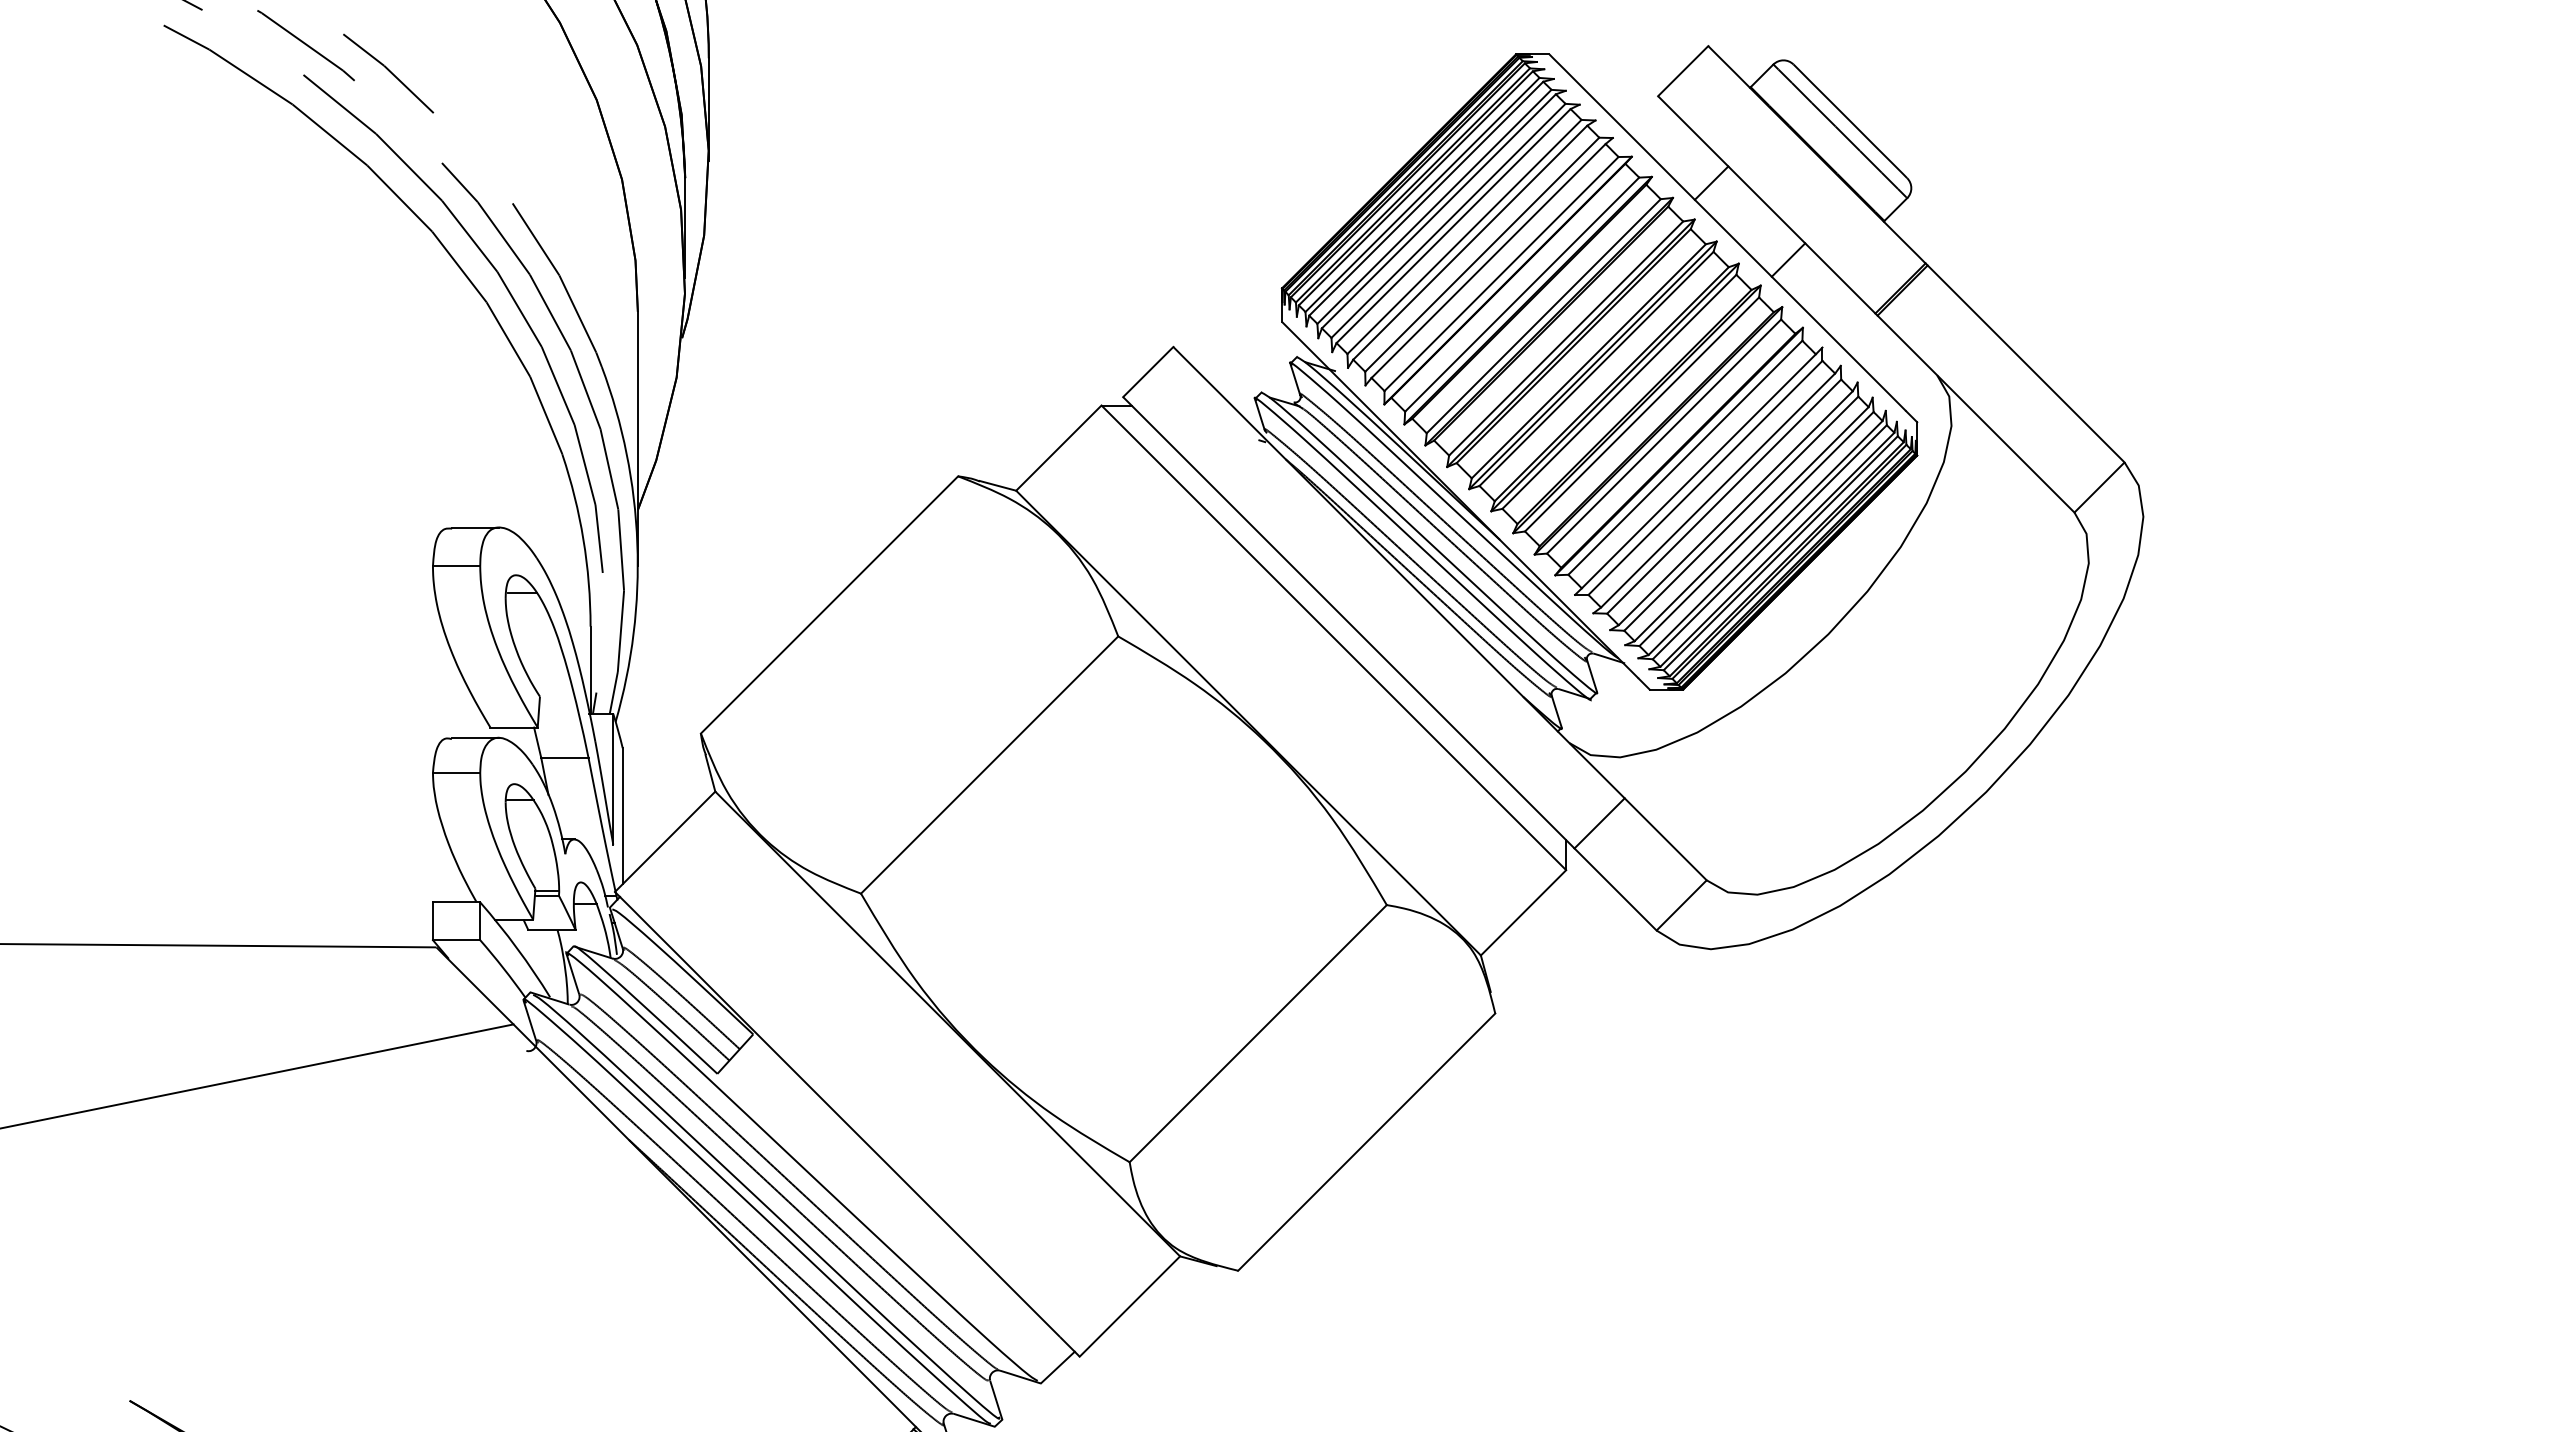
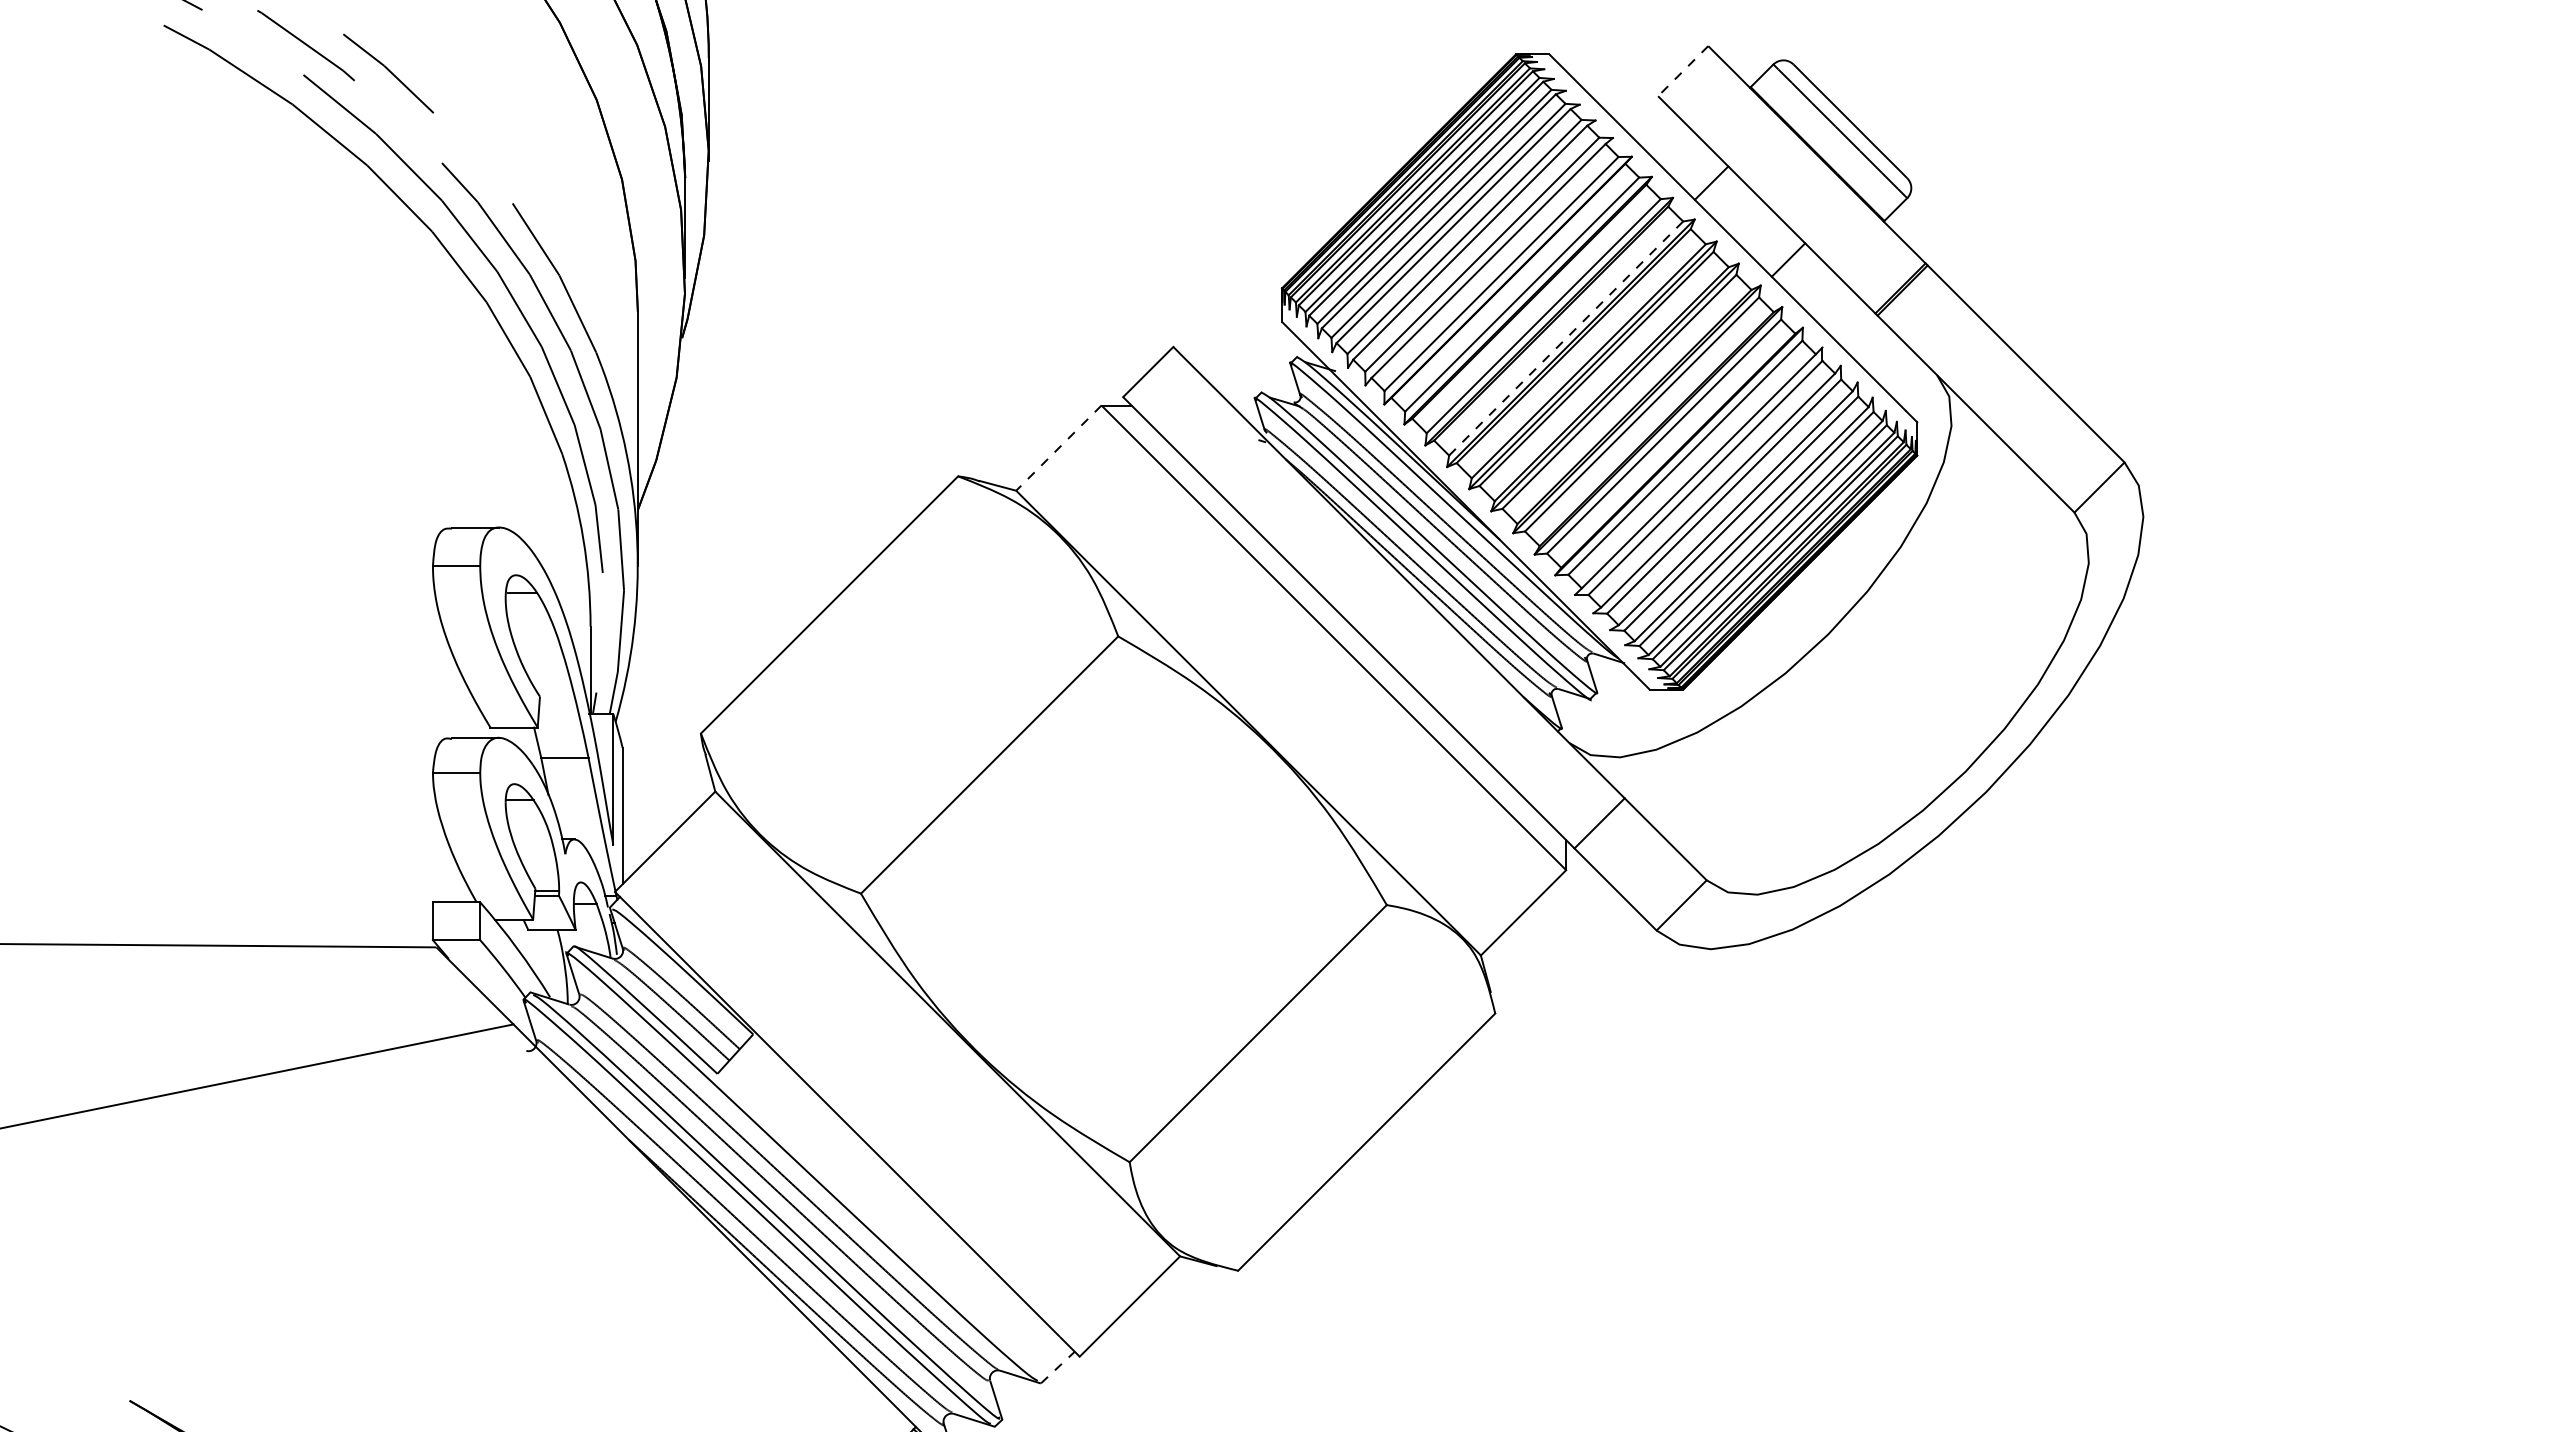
line at (1682, 71): solid -> dashed
line at (1566, 338): solid -> dashed
line at (1058, 448): solid -> dashed
line at (1058, 1367): solid -> dashed
